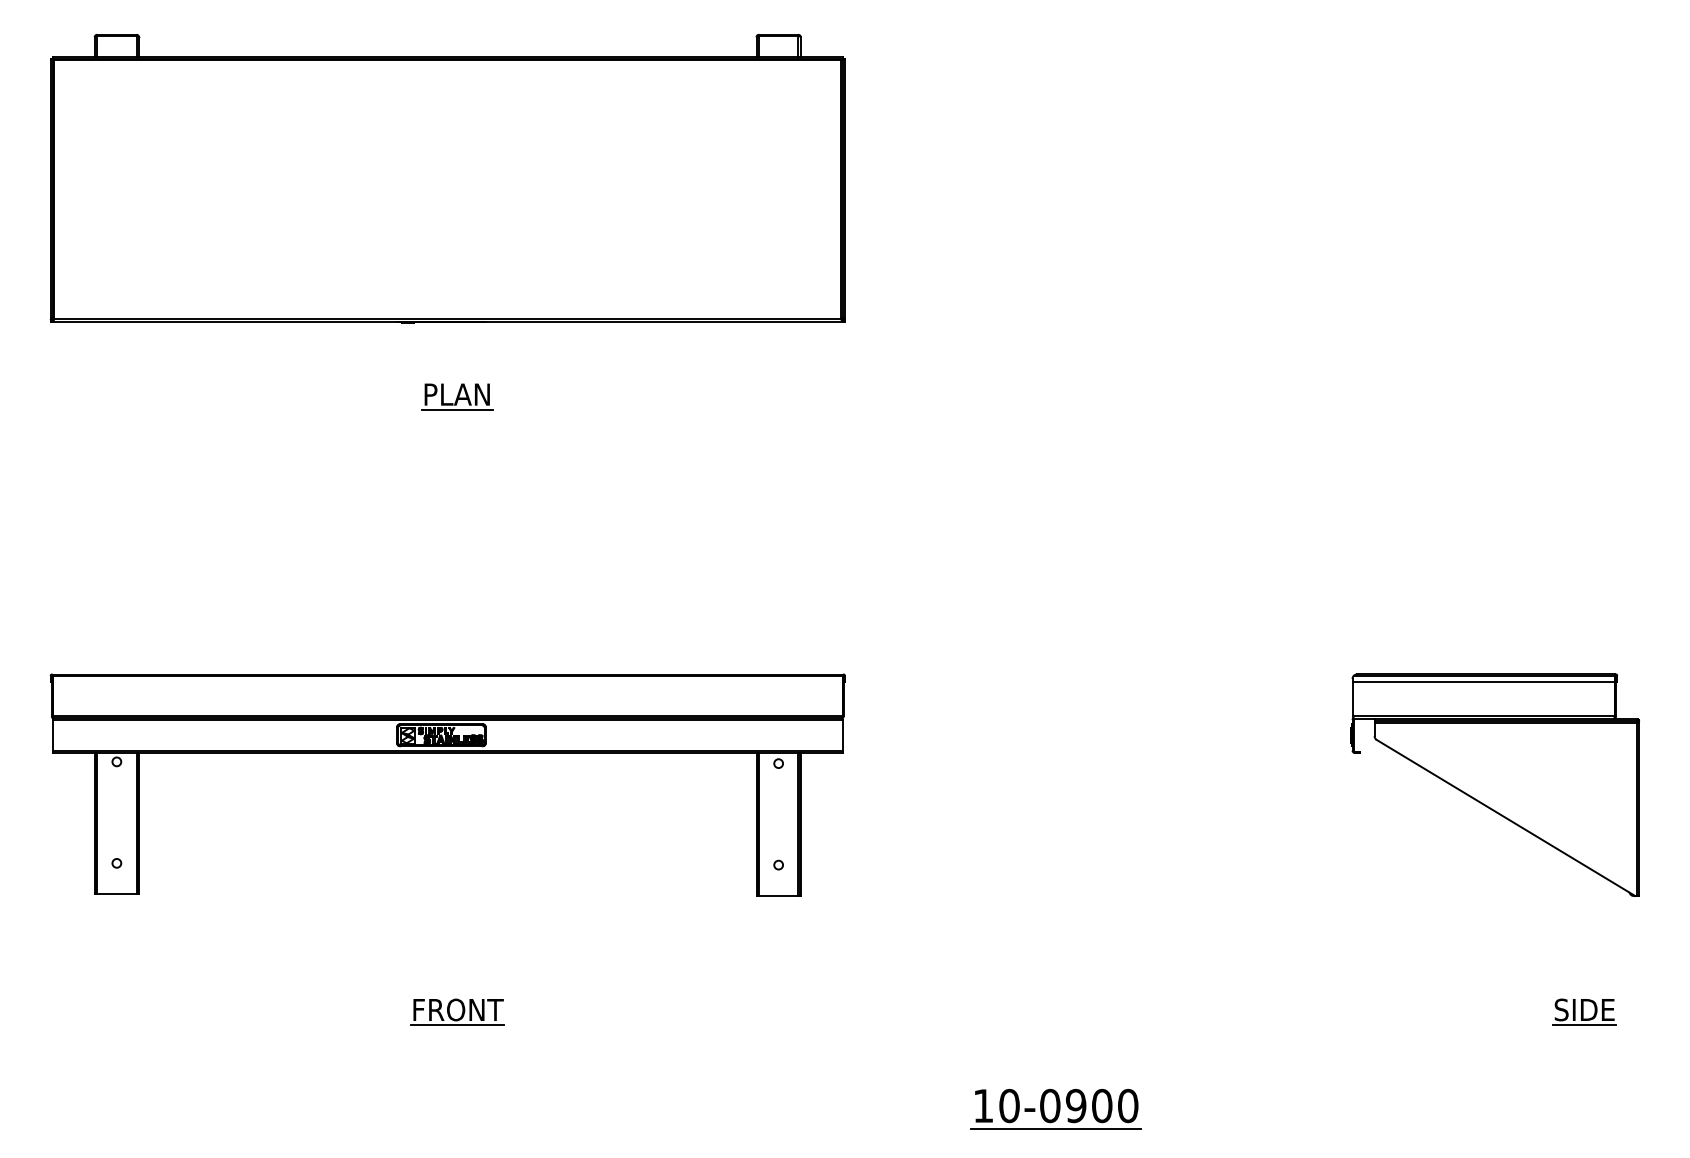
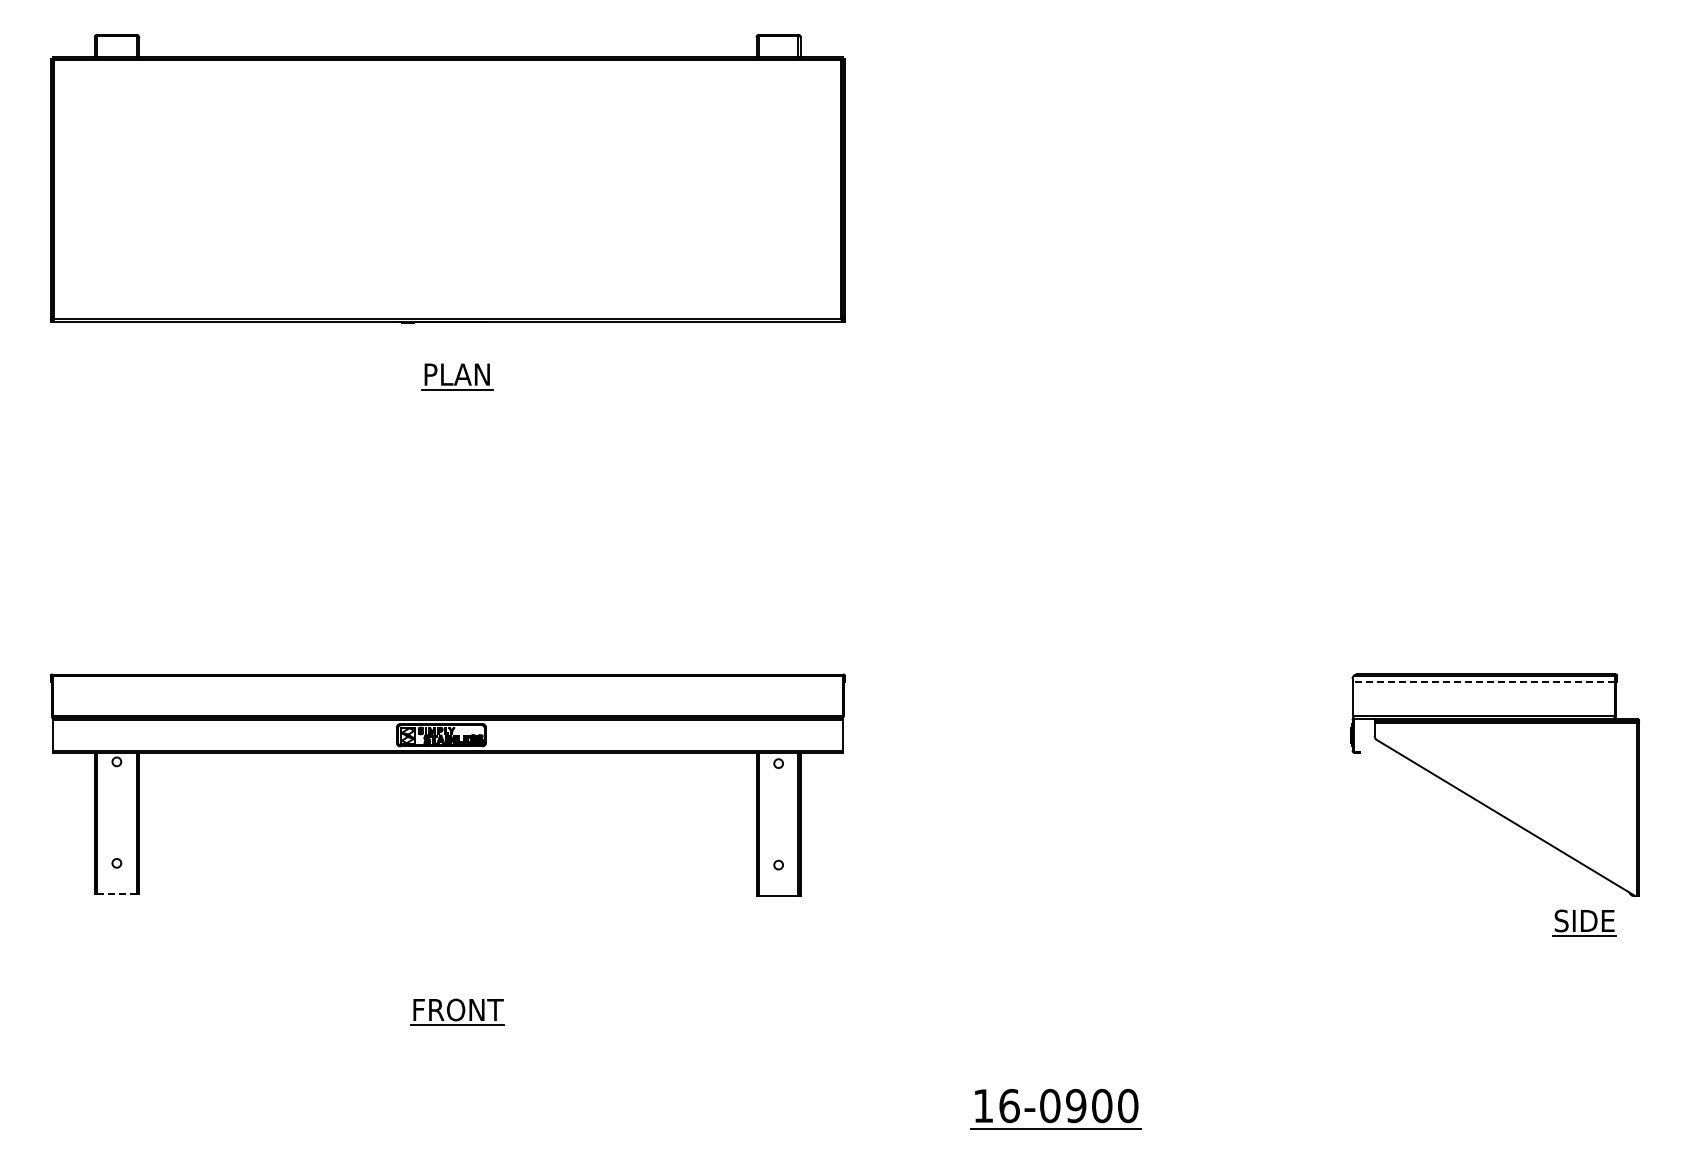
part at (457, 396) position: (457, 396) -> (457, 376)
line at (1483, 682): solid -> dashed
line at (116, 894): solid -> dashed
part at (1584, 1011) position: (1584, 1011) -> (1584, 922)
text at (1009, 1105): 10-0900 -> 16-0900
